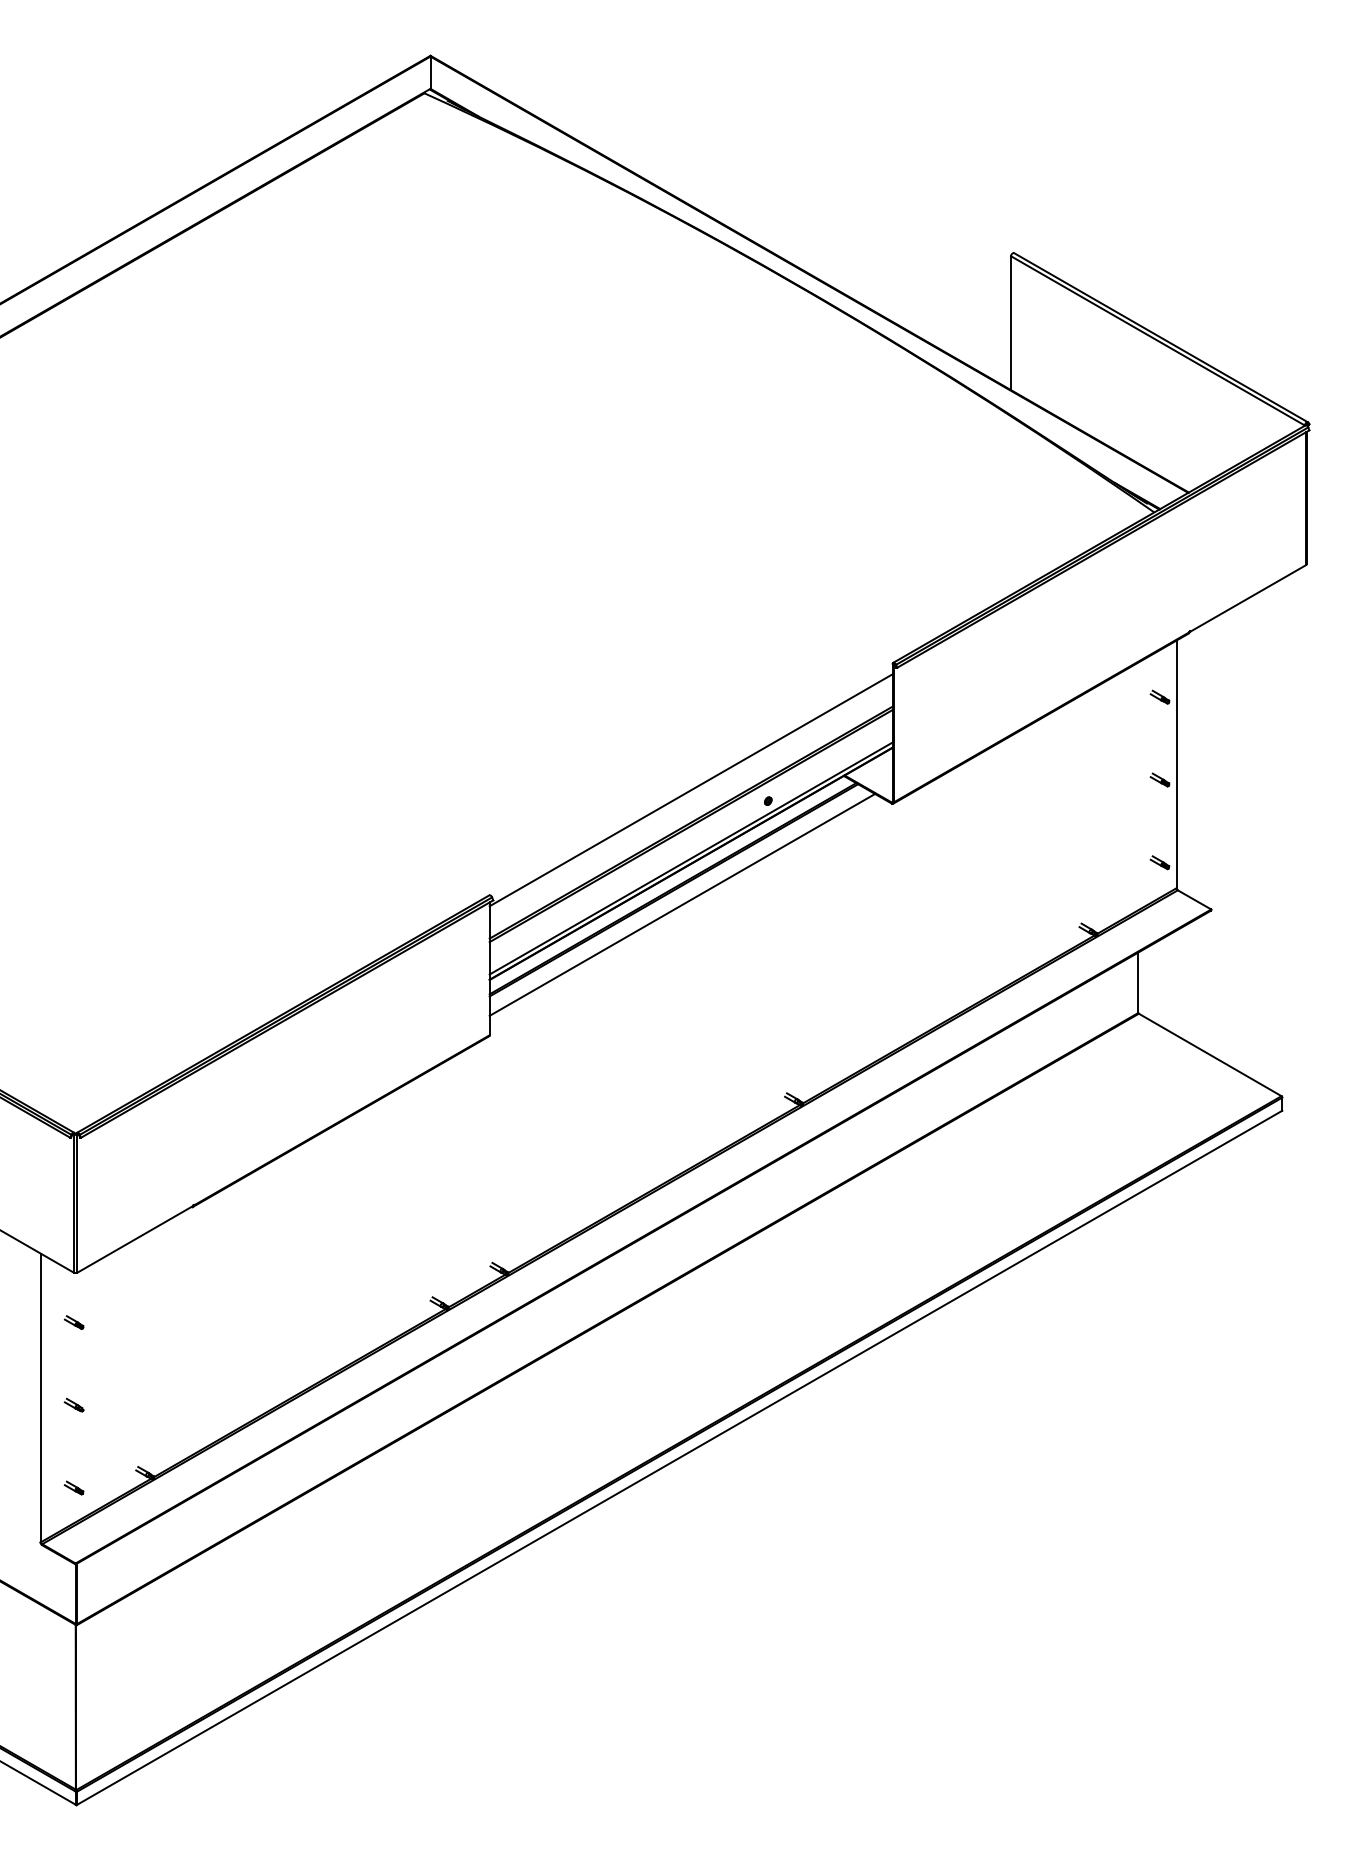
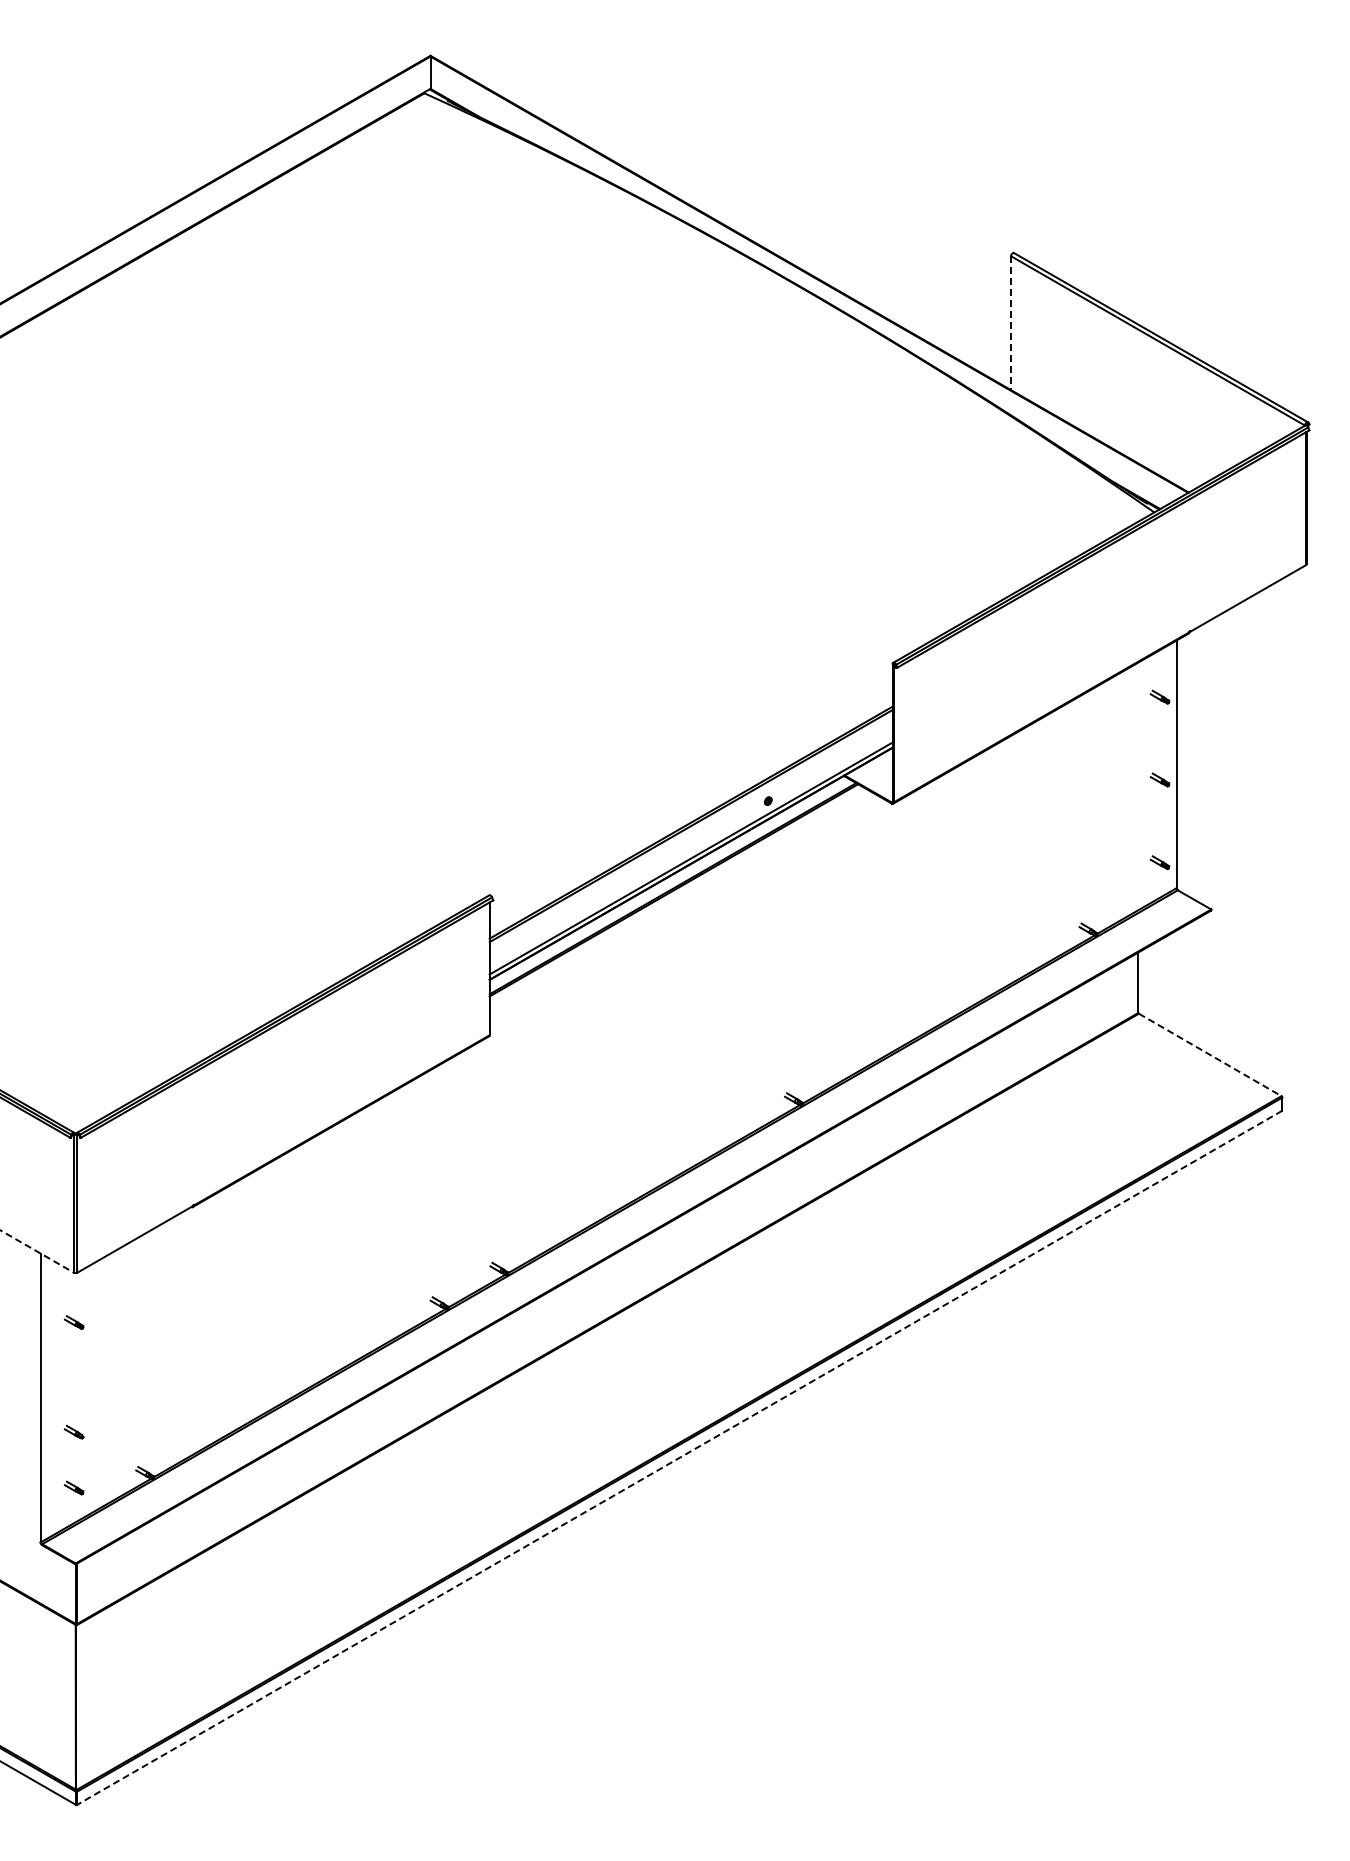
line at (1011, 323): solid -> dashed
line at (690, 790): present -> none
line at (682, 904): present -> none
line at (1210, 1055): solid -> dashed
line at (37, 1251): solid -> dashed
part at (73, 1404) position: (73, 1404) -> (73, 1431)
line at (679, 1457): solid -> dashed
